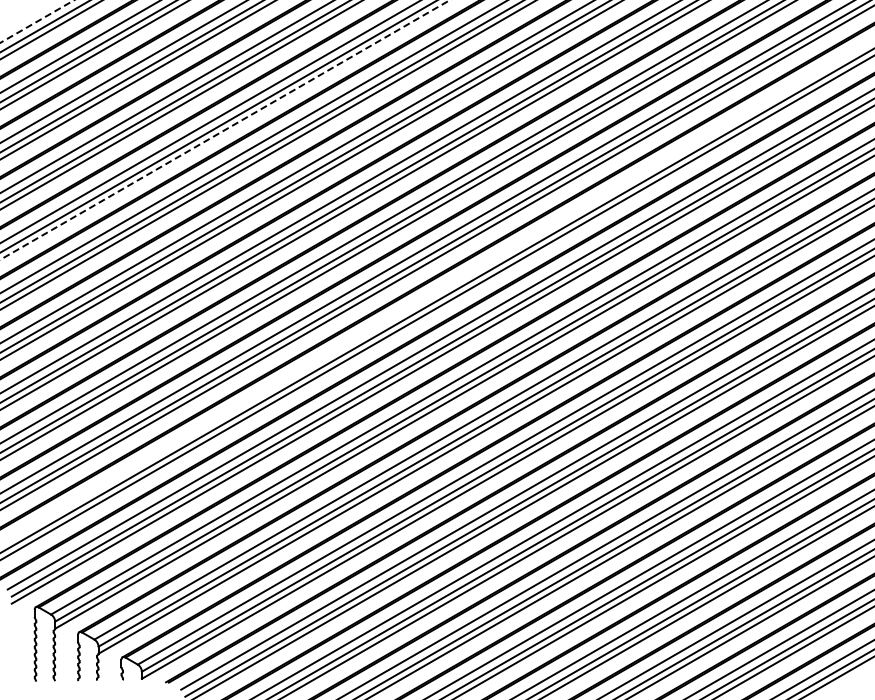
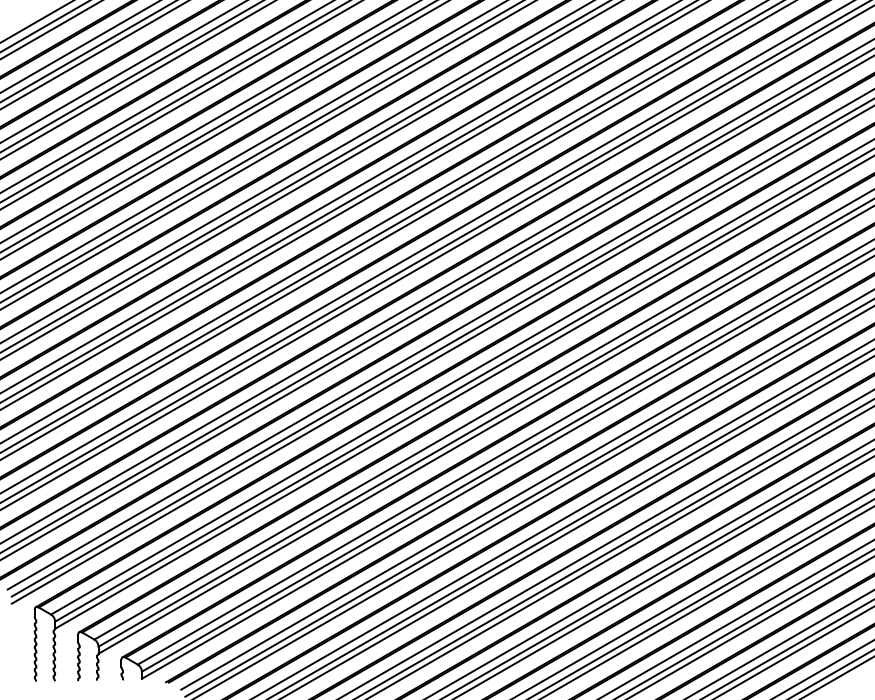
line at (38, 21): dashed -> solid
line at (225, 129): dashed -> solid
line at (436, 291): none -> present
